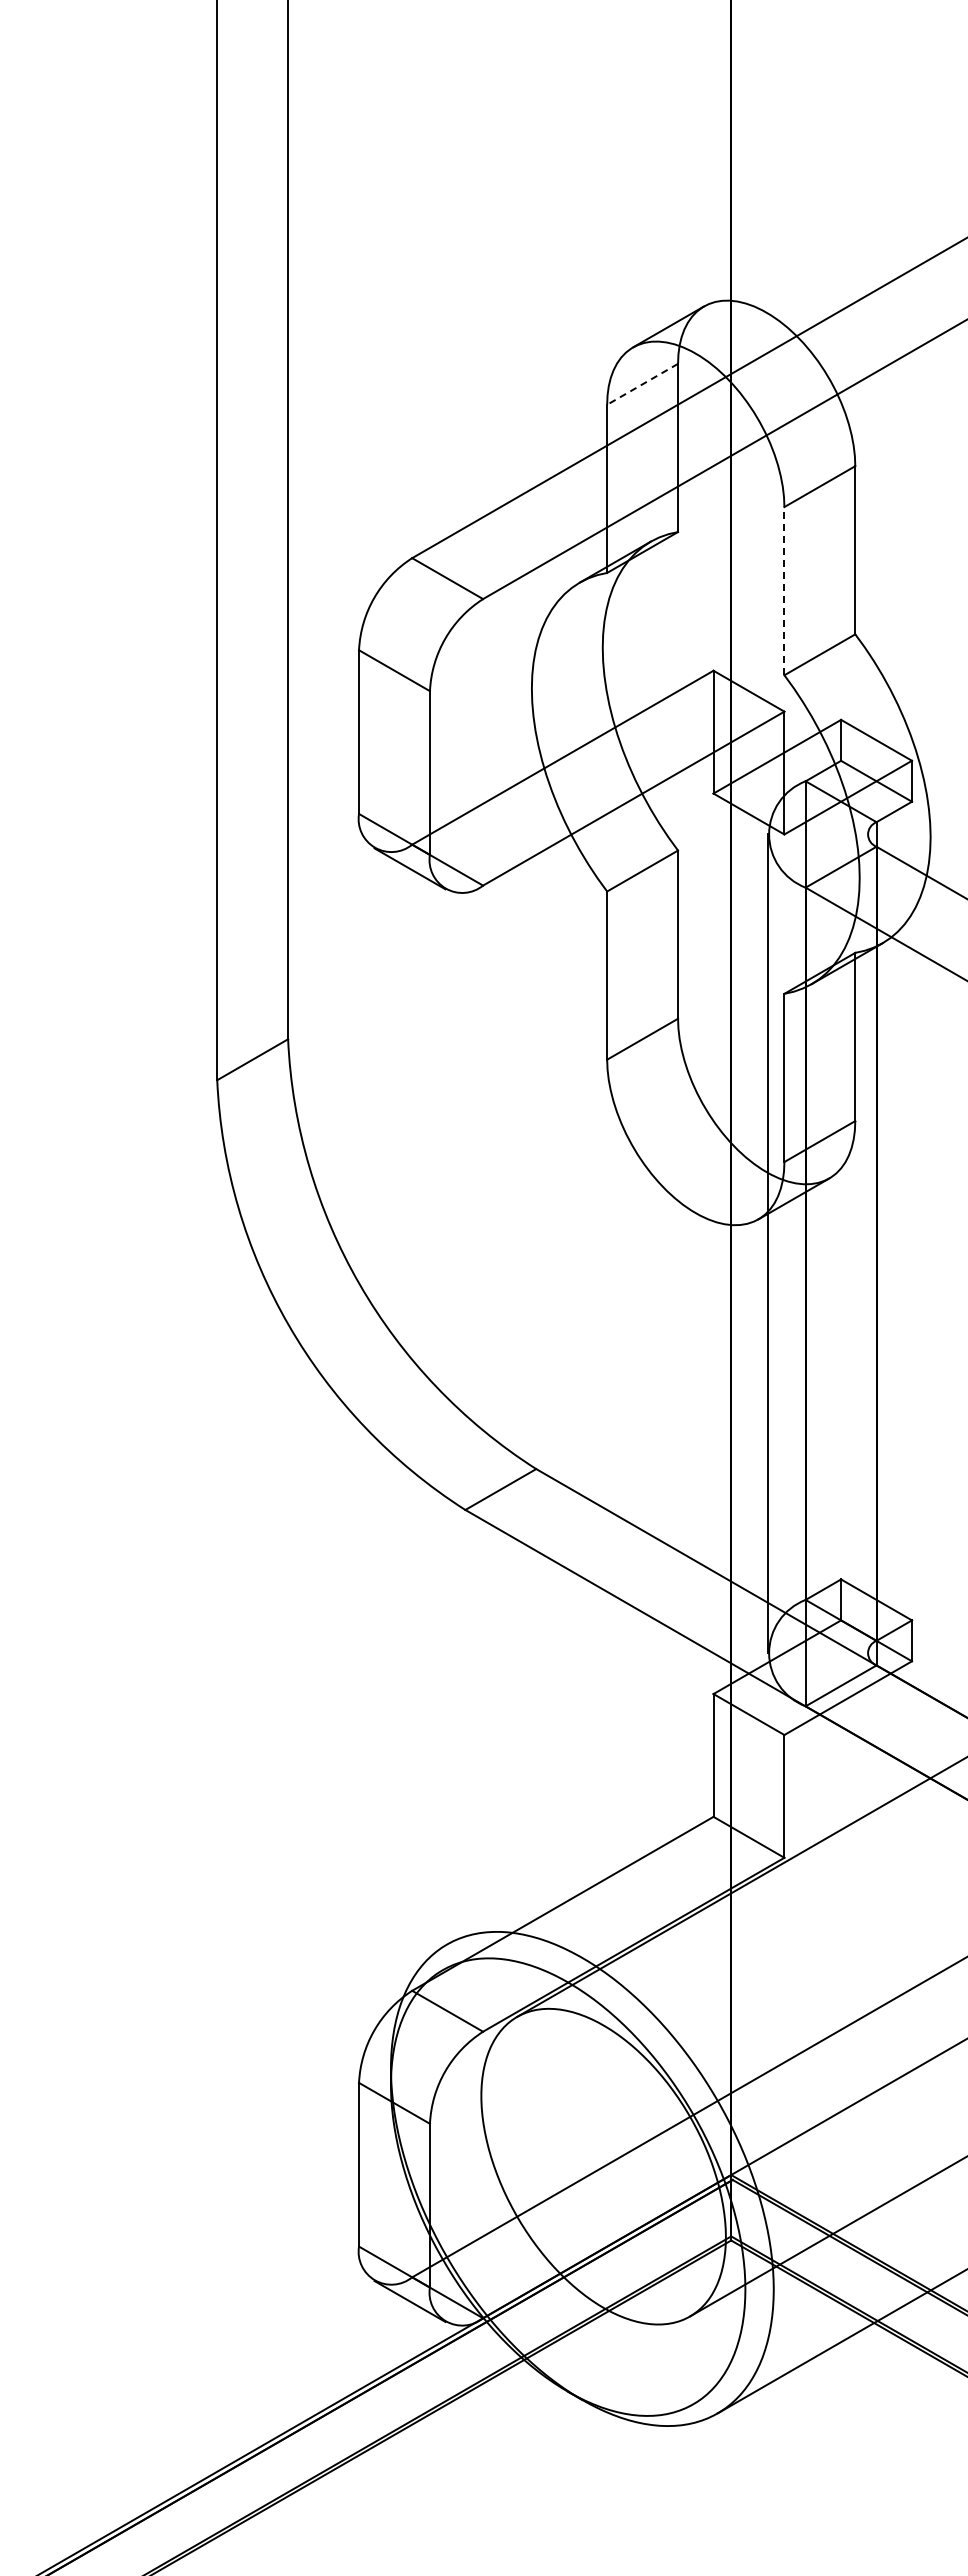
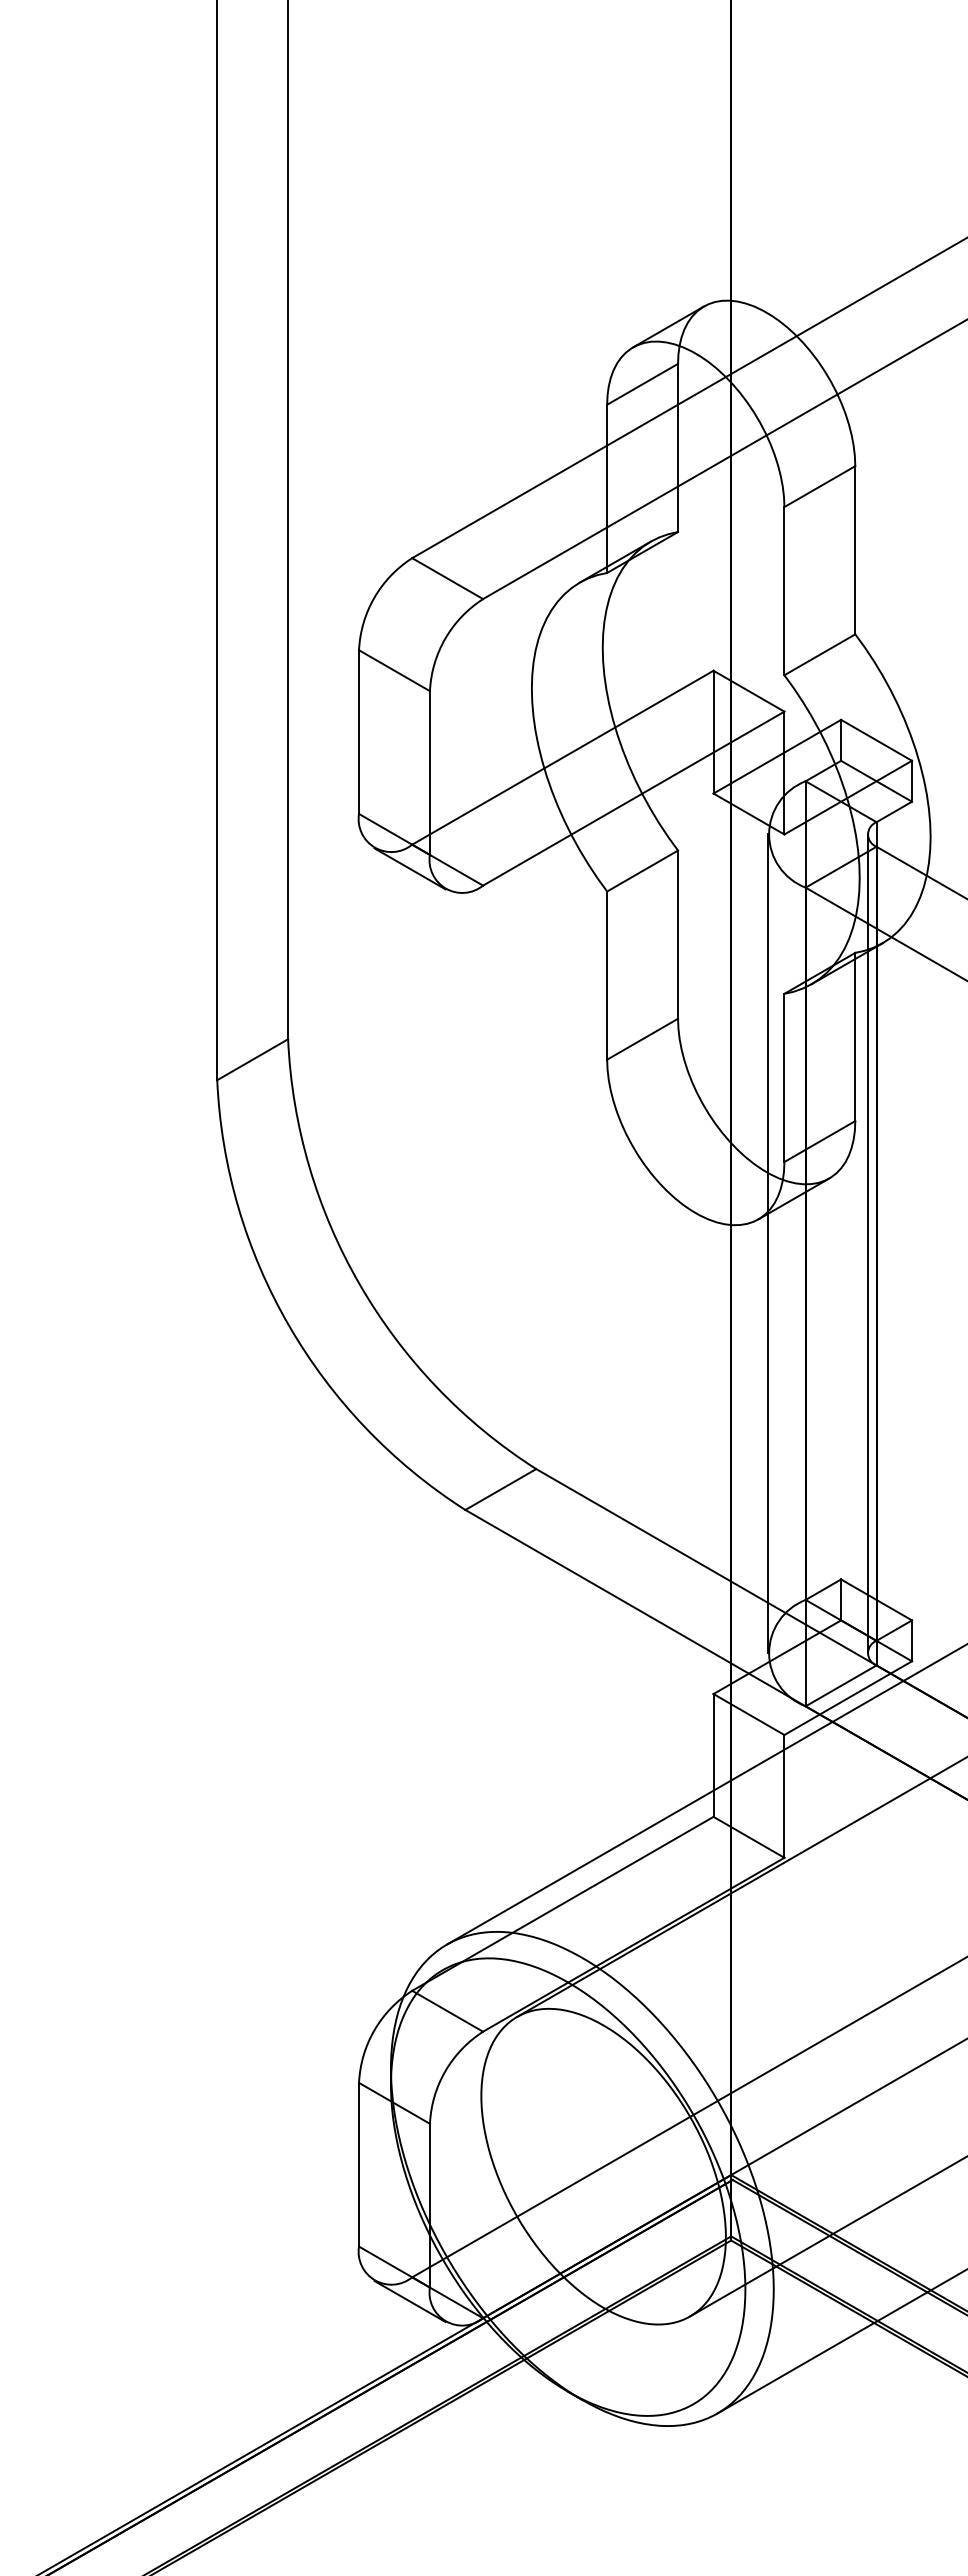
line at (642, 384): dashed -> solid
line at (784, 590): dashed -> solid
line at (867, 1243): none -> present
line at (705, 1794): none -> present
